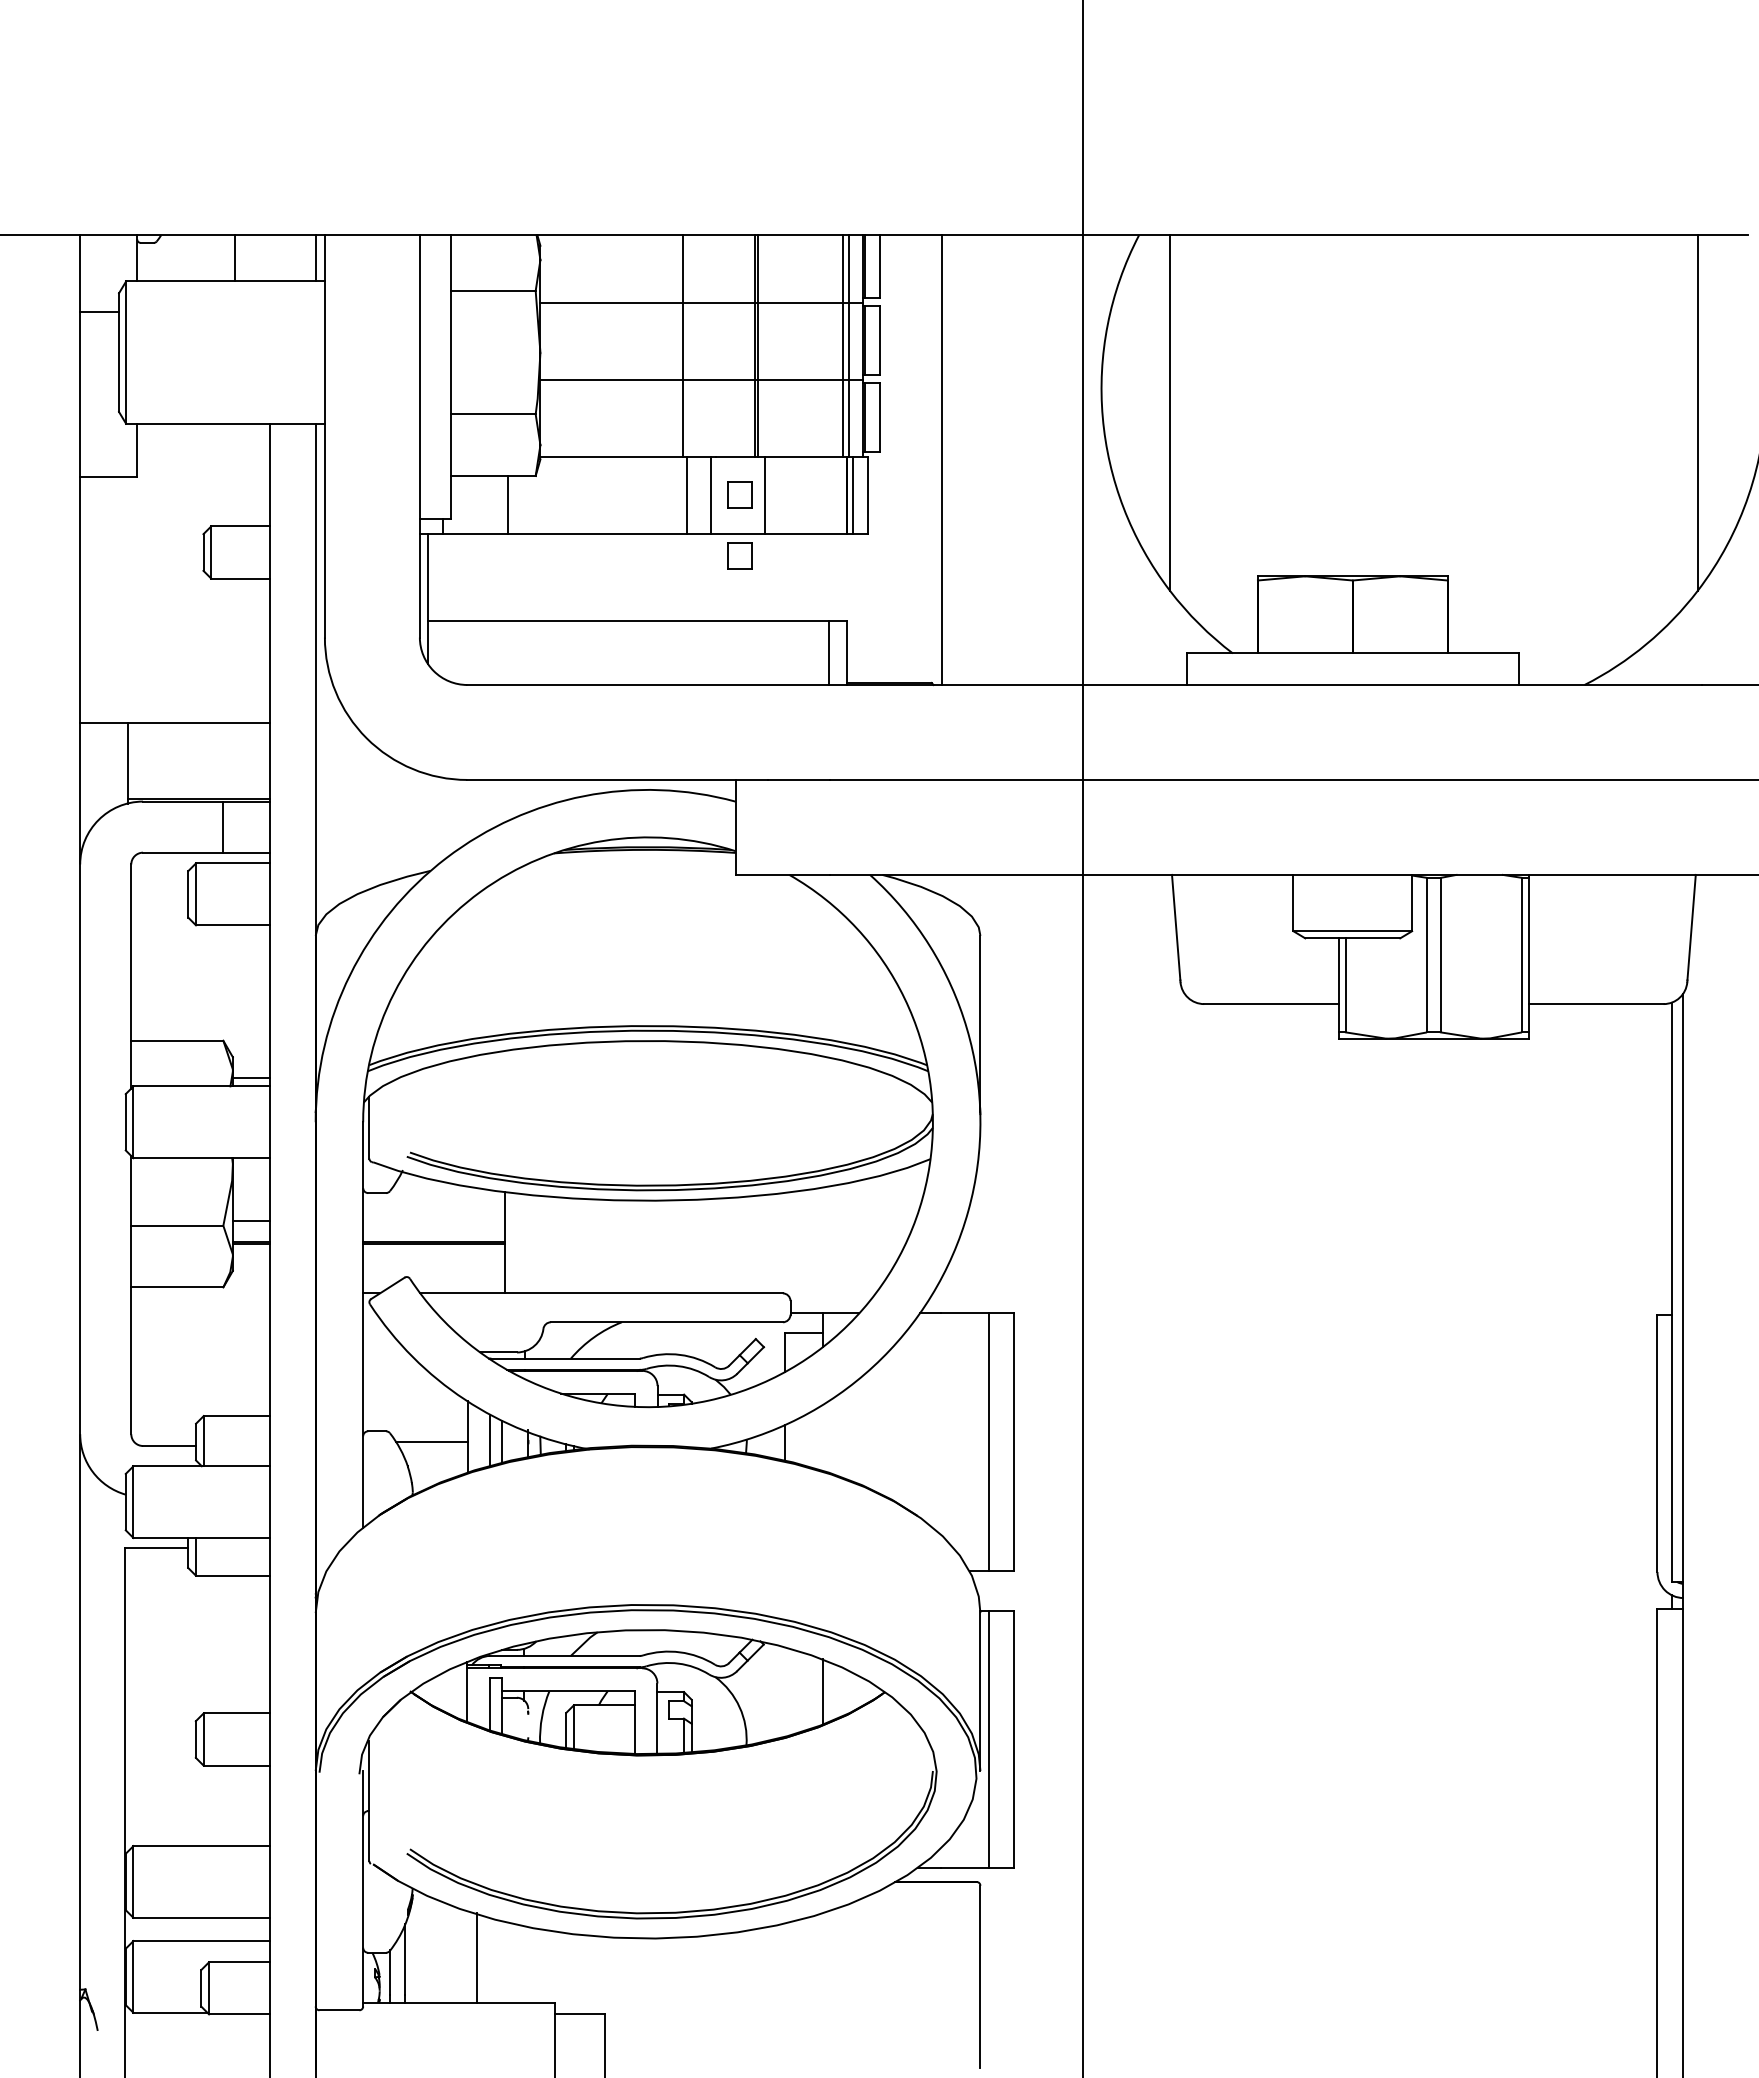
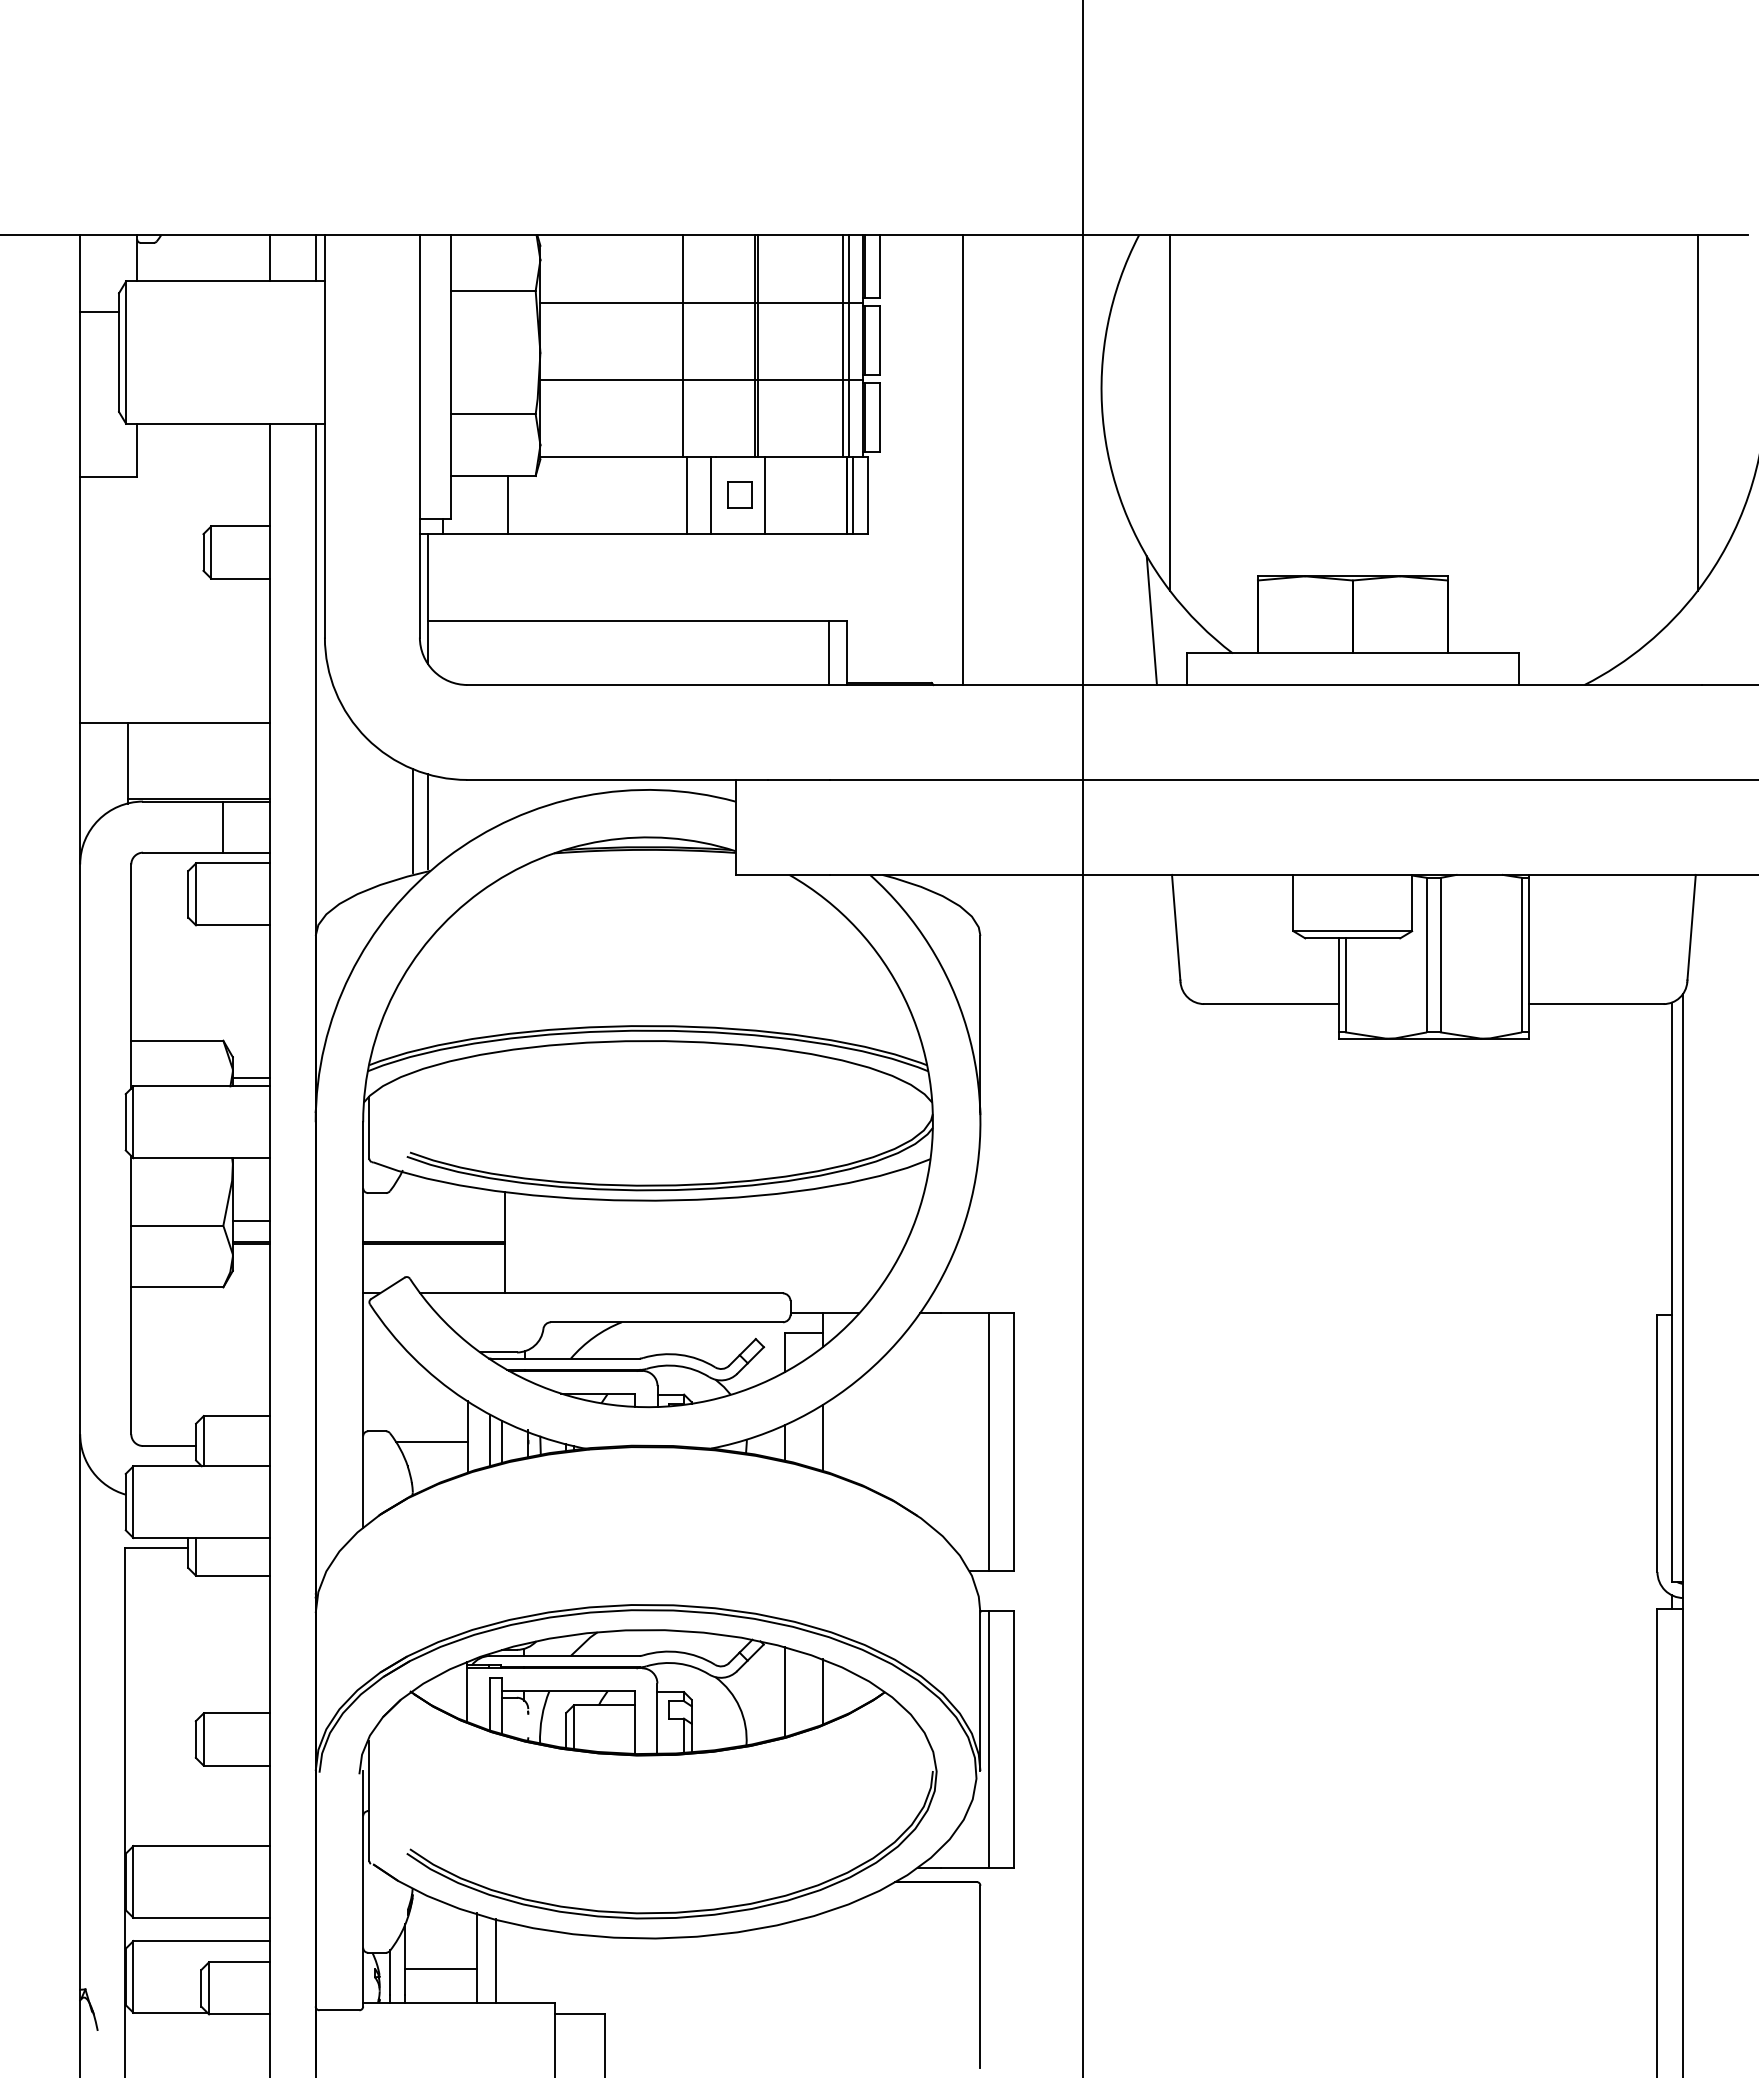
line at (235, 258) position: (235, 258) -> (270, 258)
line at (941, 459) position: (941, 459) -> (962, 459)
part at (739, 555): present -> none
line at (1151, 620): none -> present
line at (412, 820): none -> present
line at (427, 821): none -> present
line at (823, 1437): none -> present
line at (785, 1691): none -> present
line at (495, 1960): none -> present
line at (440, 1969): none -> present
